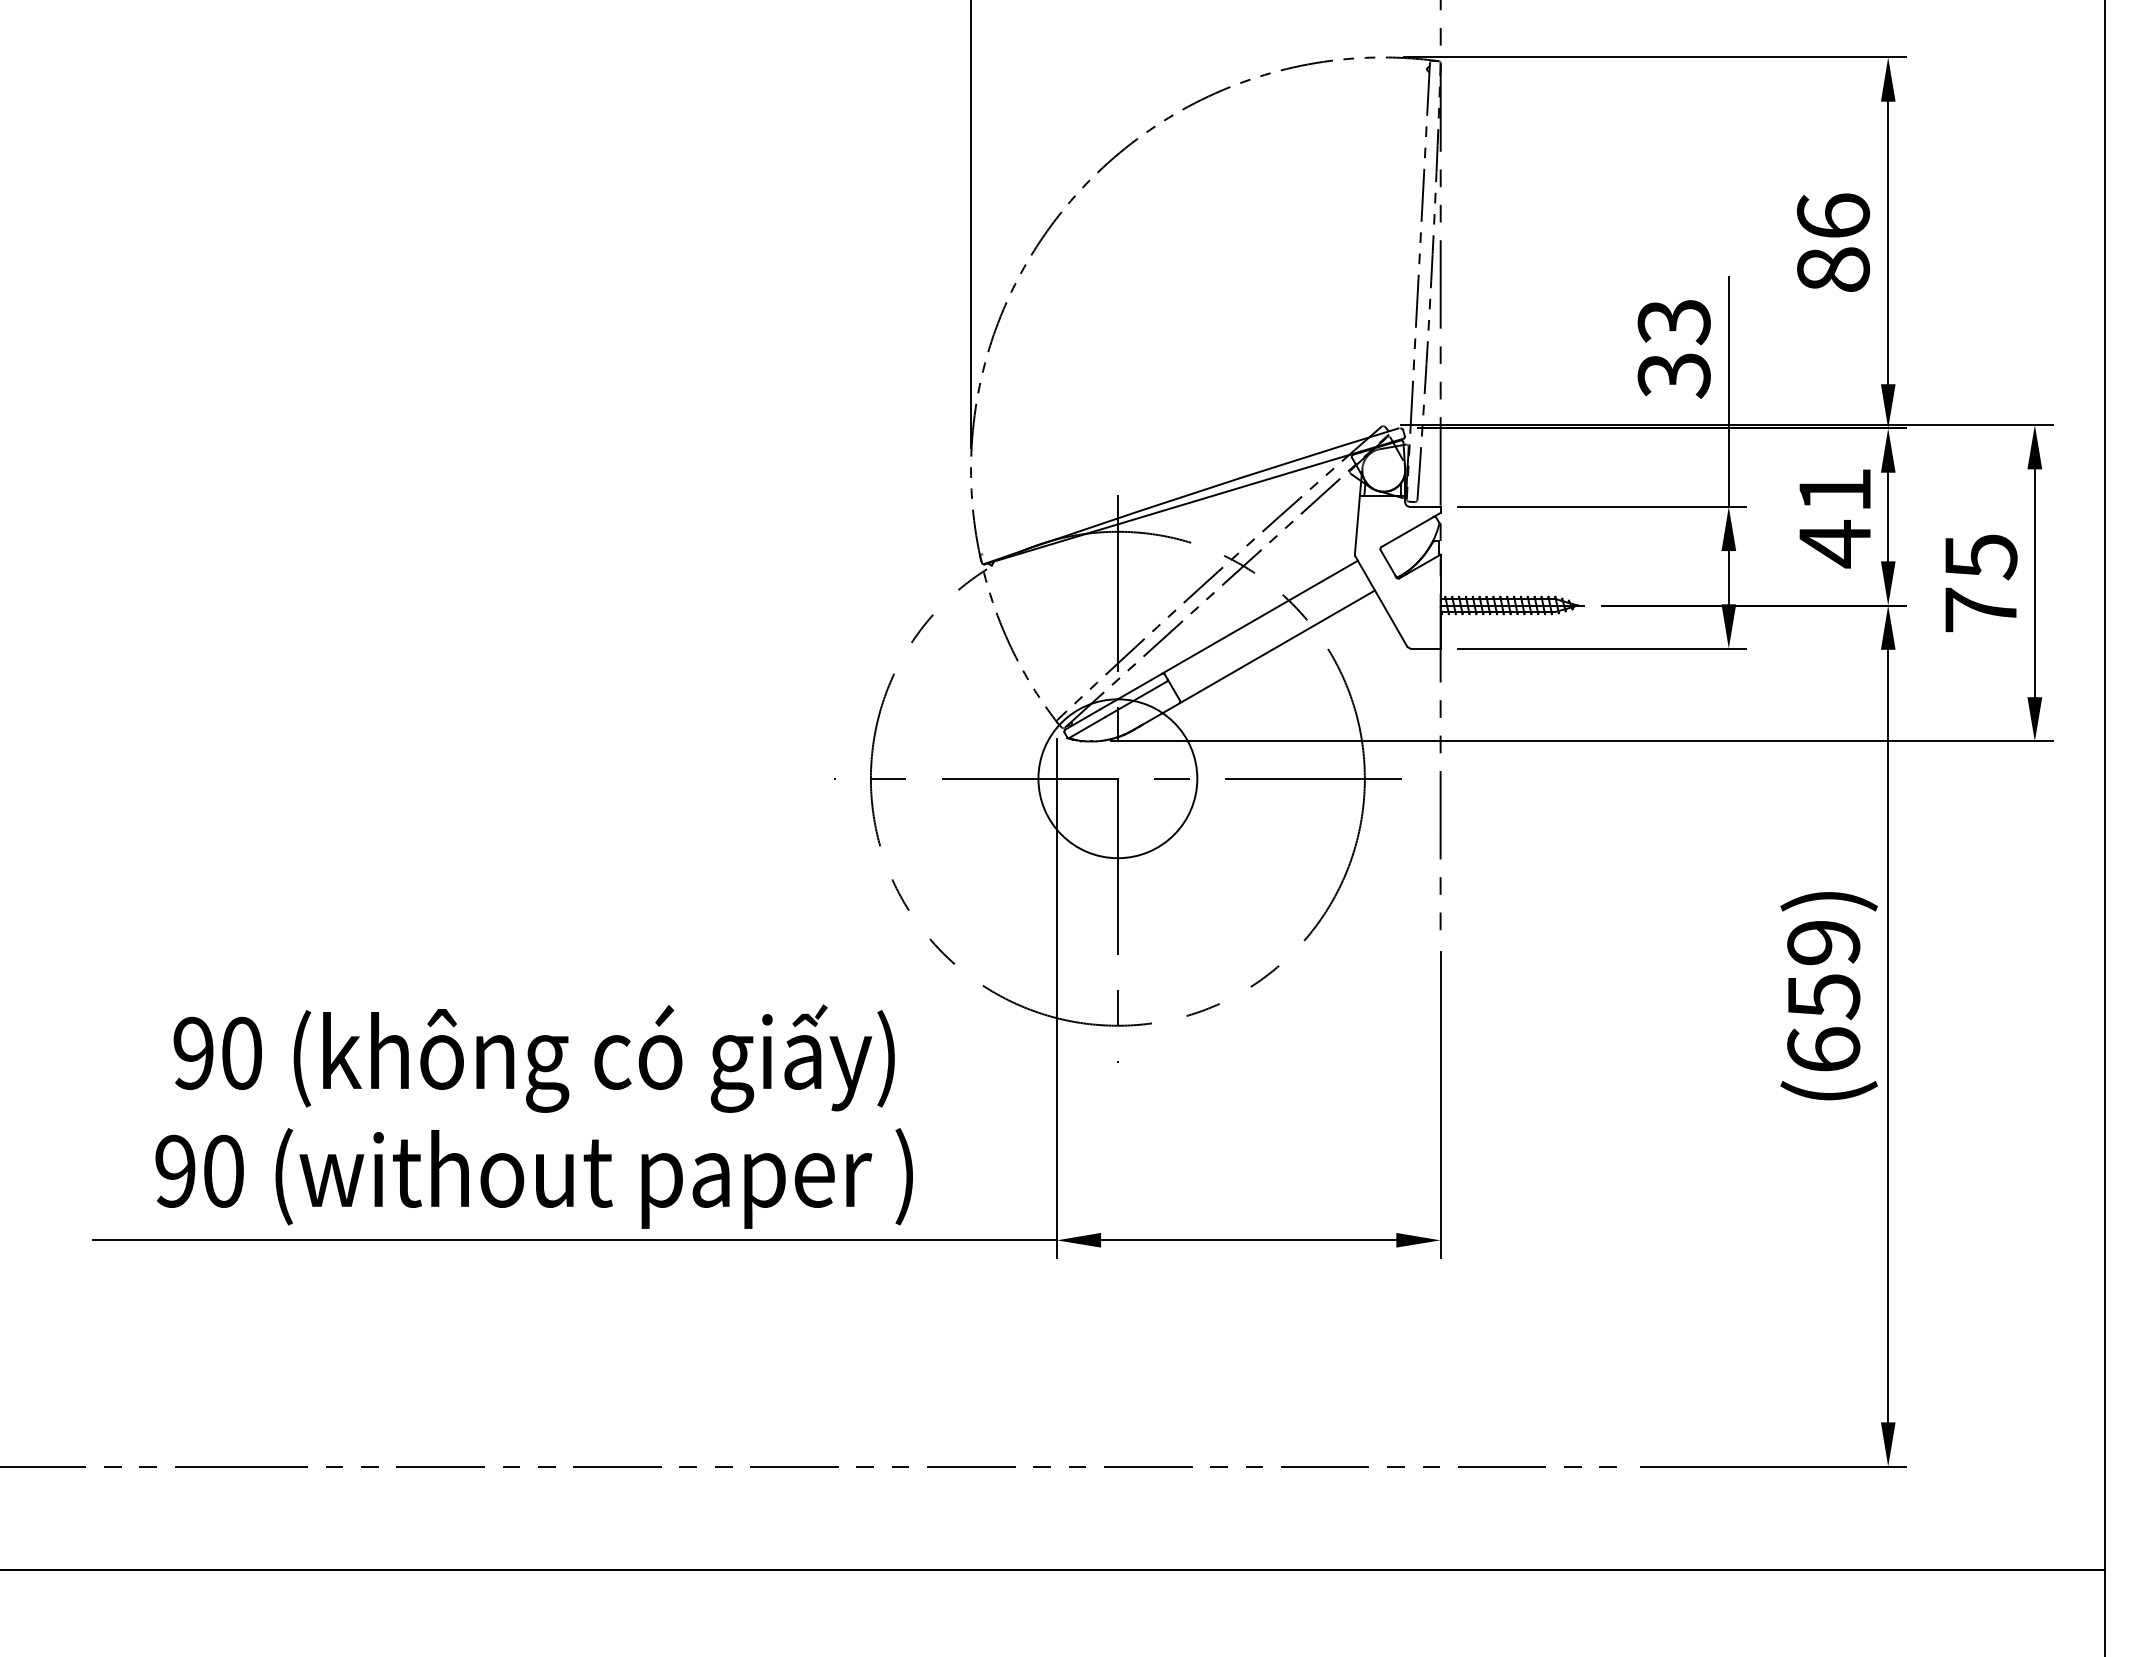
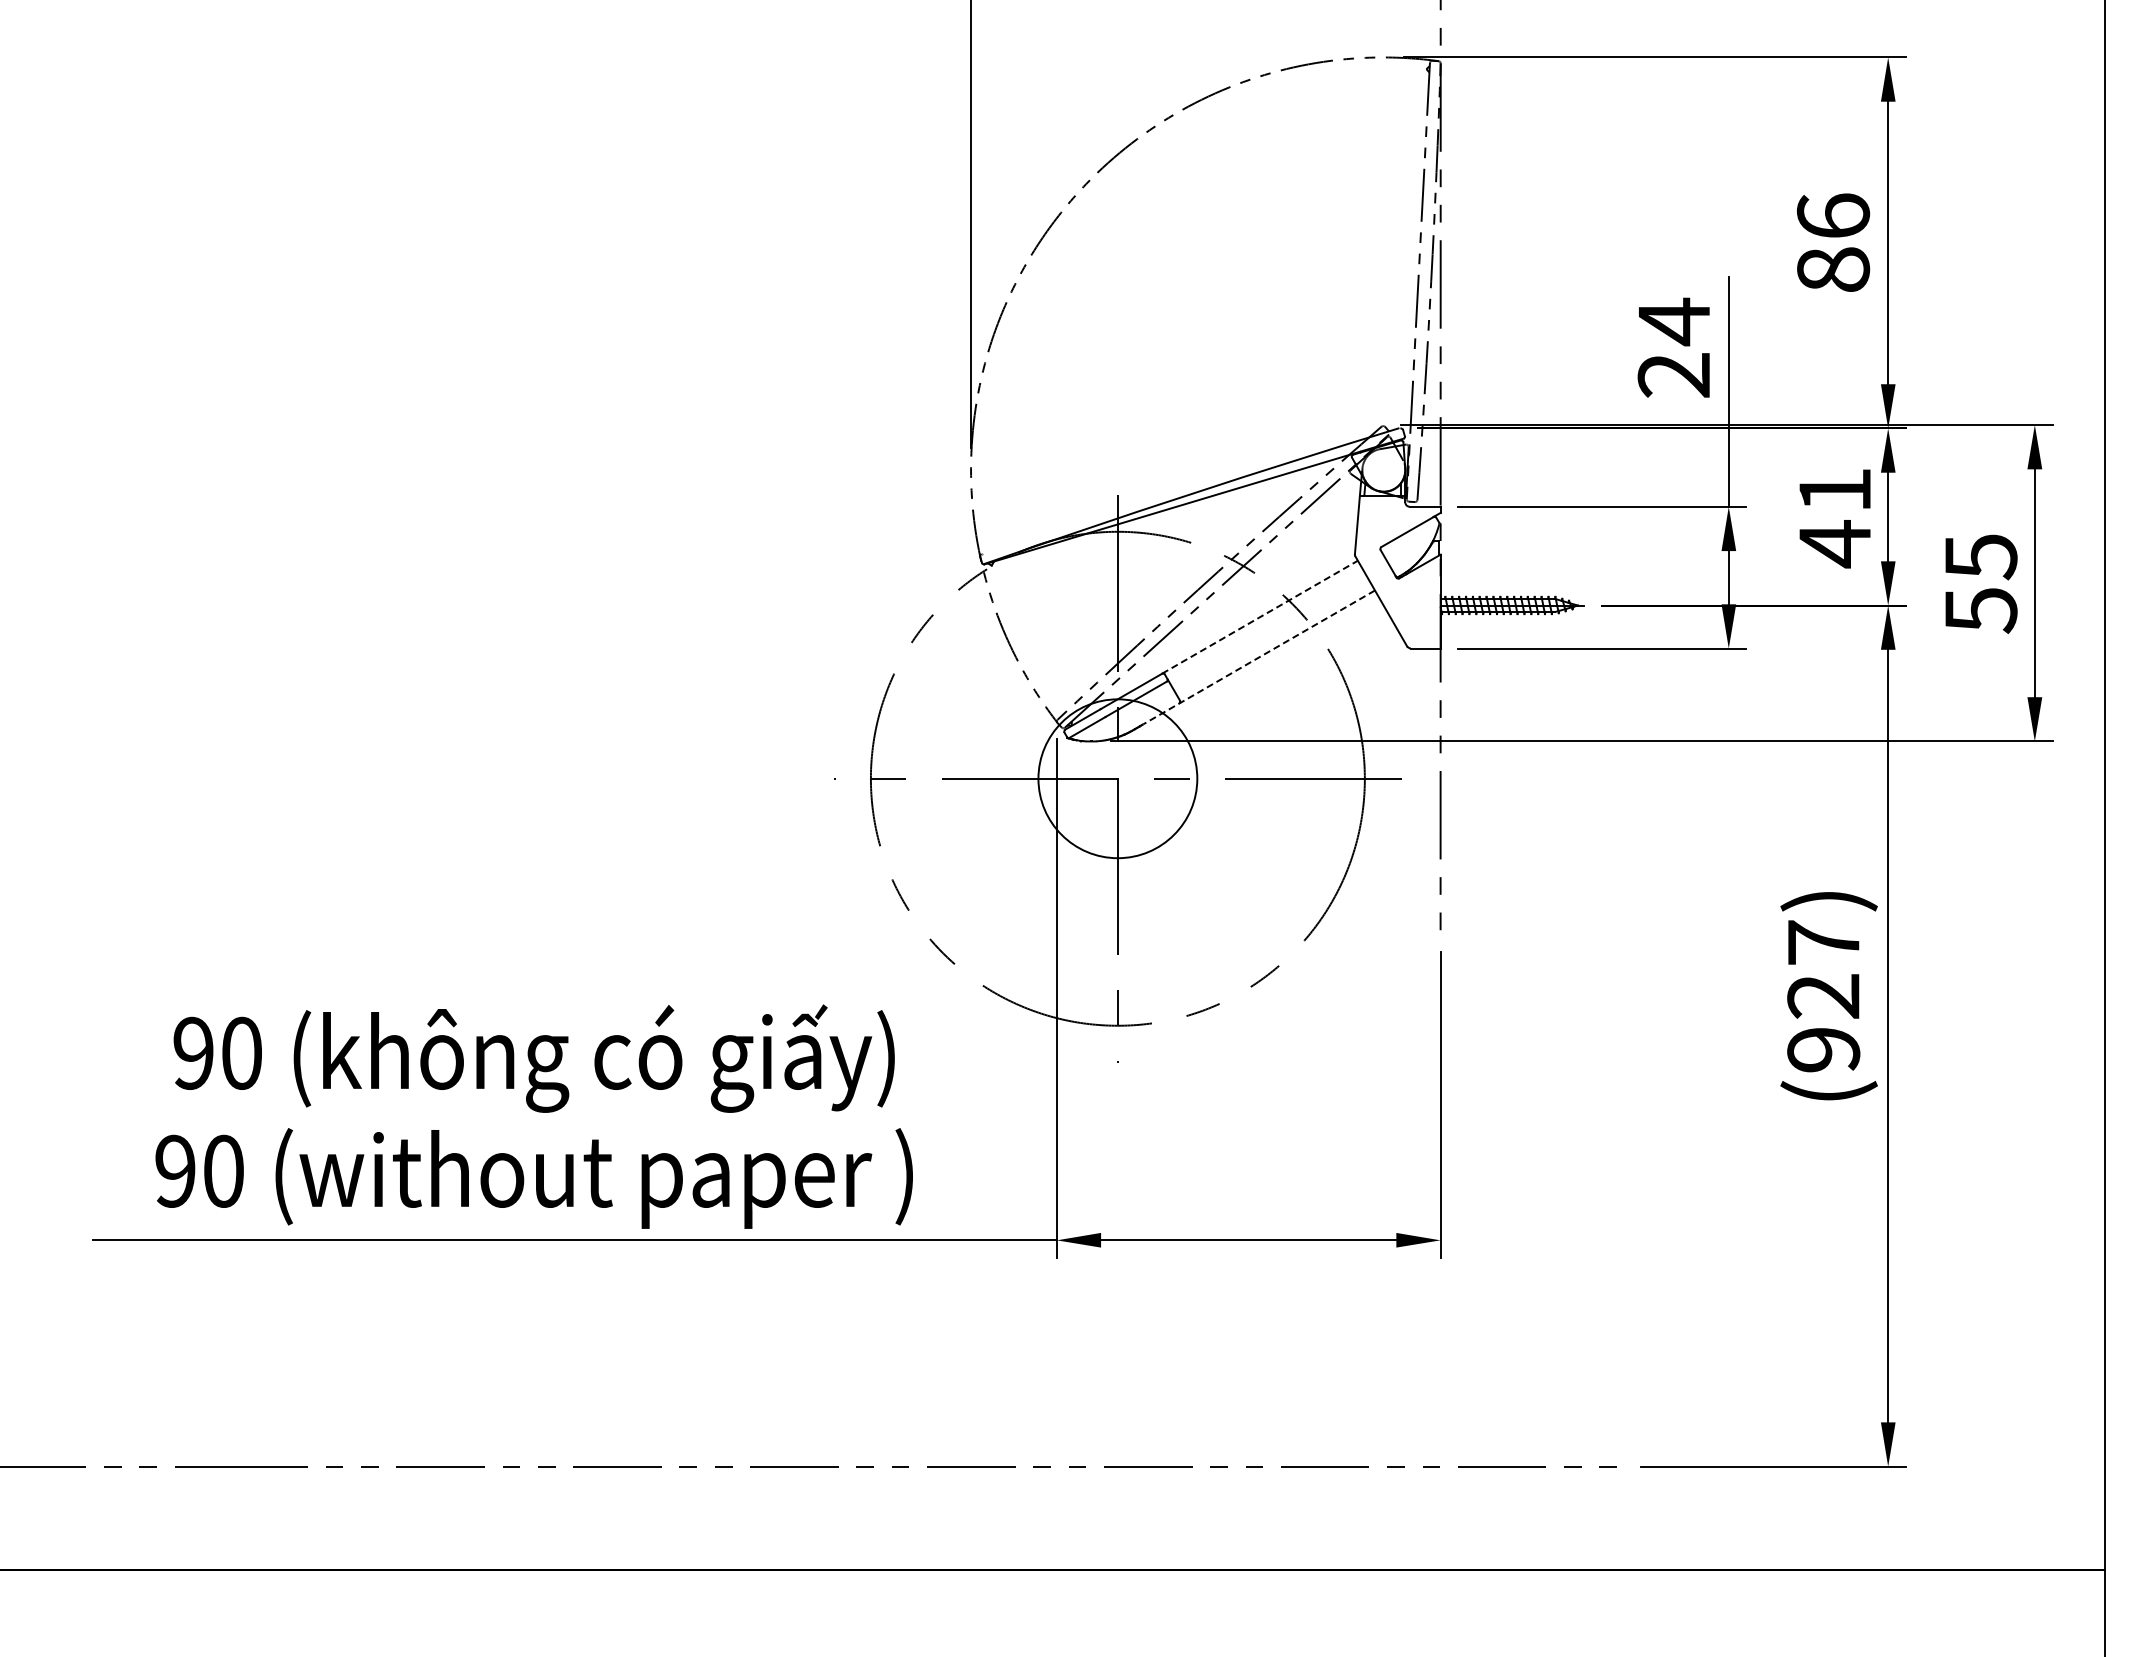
text at (1673, 347): 33 -> 24
text at (1981, 610): 75 -> 55
line at (1259, 617): solid -> dashed
line at (1259, 657): solid -> dashed
text at (1823, 996): (659) -> (927)
